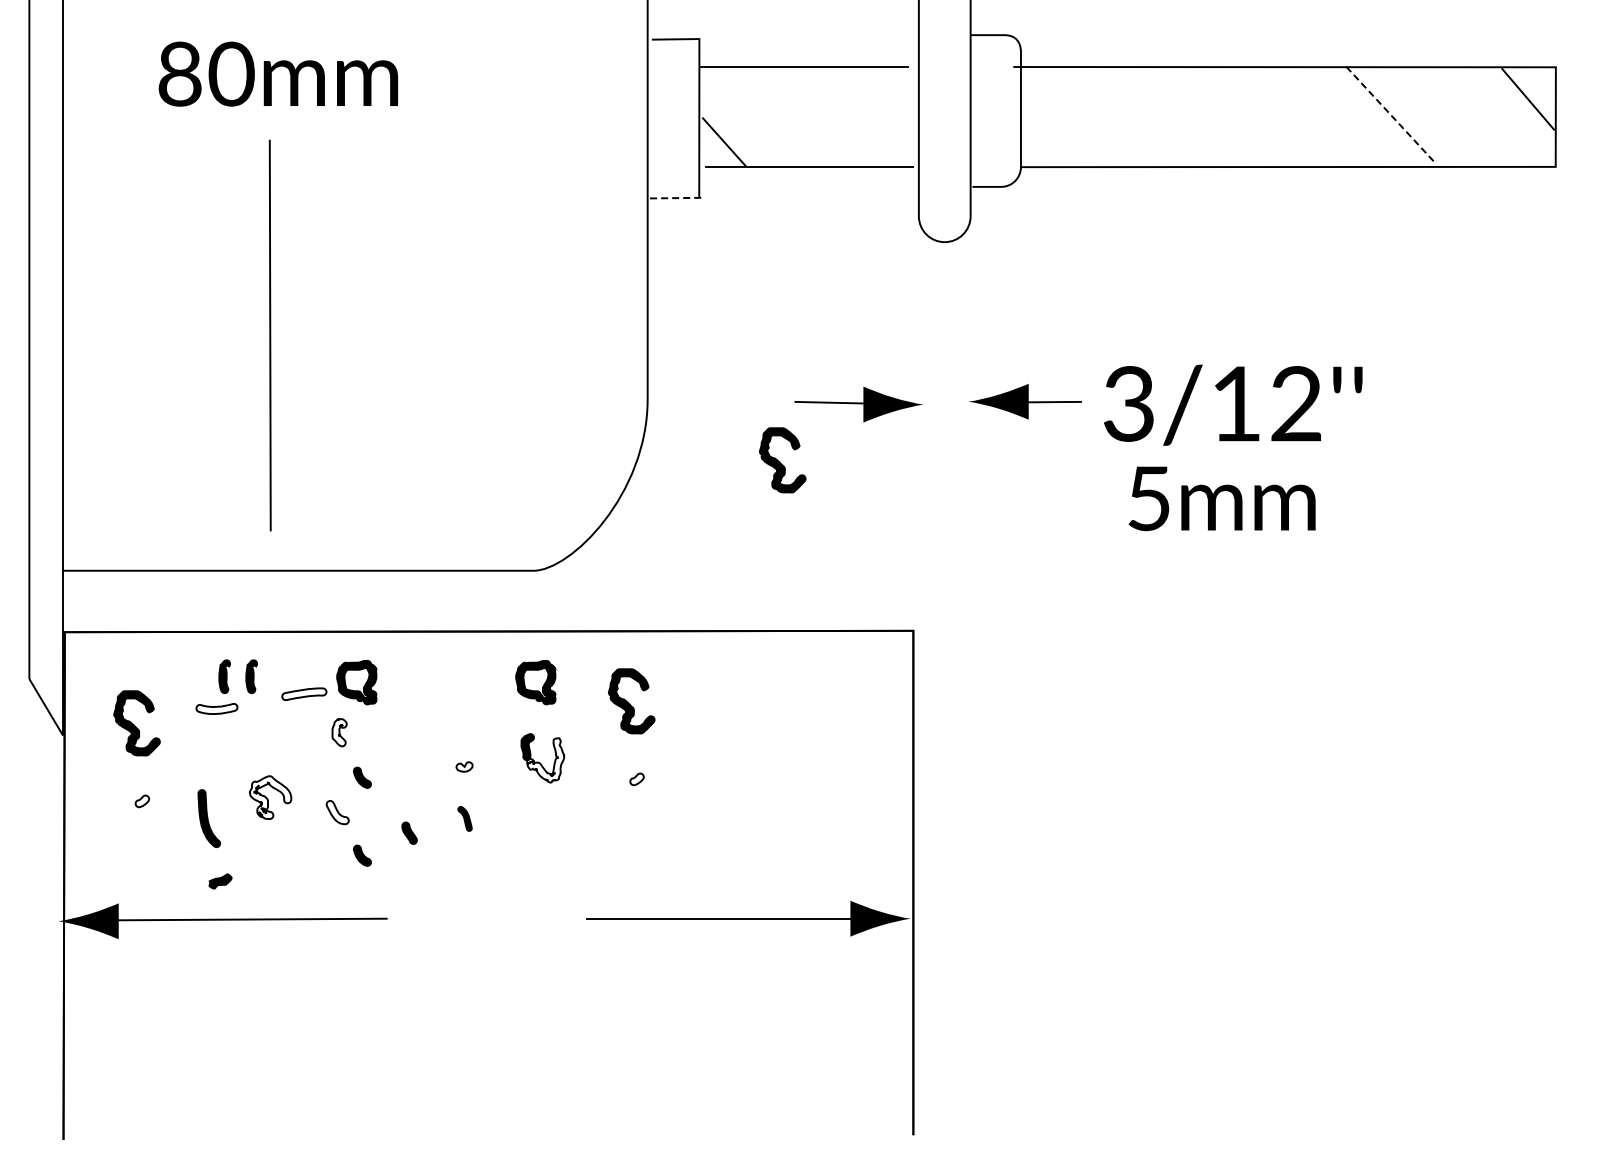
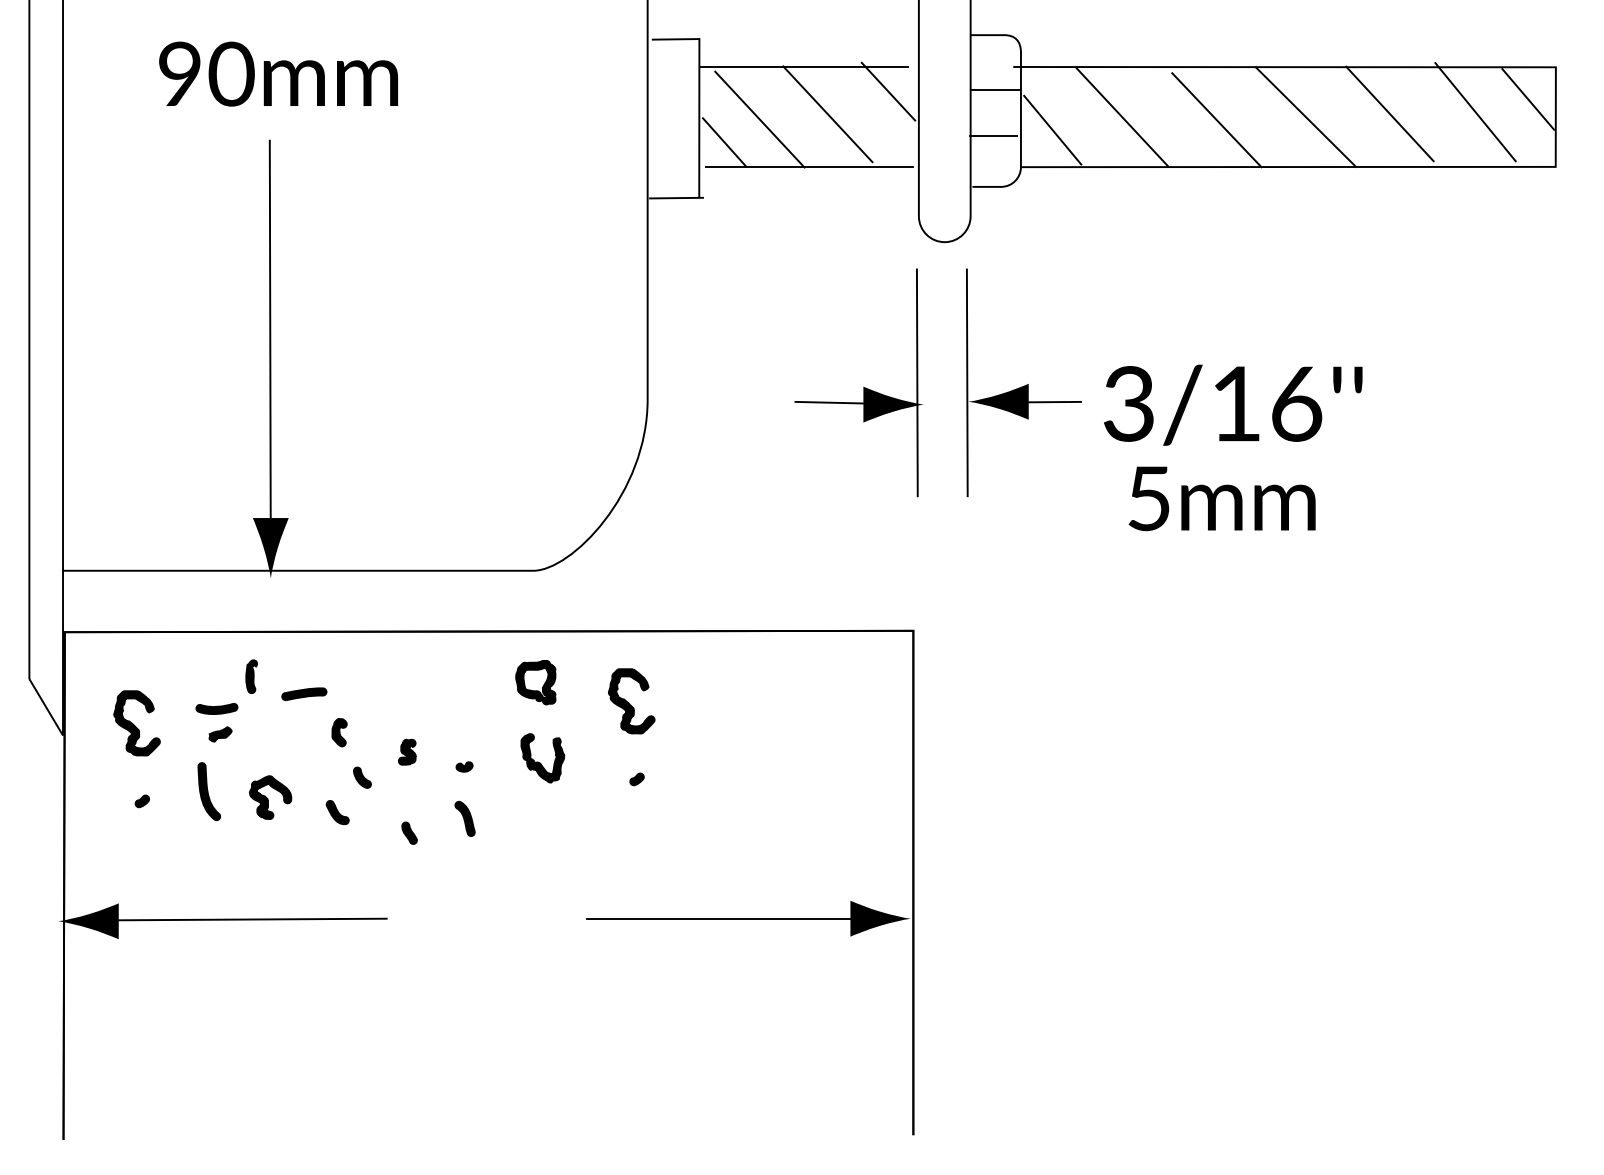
text at (179, 74): 80mm -> 90mm
line at (995, 89): none -> present
line at (888, 91): none -> present
line at (1475, 112): none -> present
line at (1389, 113): dashed -> solid
line at (827, 114): none -> present
line at (1306, 116): none -> present
line at (1121, 117): none -> present
line at (759, 119): none -> present
line at (1216, 120): none -> present
line at (1052, 129): none -> present
line at (993, 135): none -> present
line at (677, 198): dashed -> solid
line at (916, 382): none -> present
line at (966, 382): none -> present
text at (1296, 403): 3/12'' -> 3/16''
part at (782, 460): present -> none
fill at (270, 548): none -> present
part at (224, 676): present -> none
part at (356, 682): present -> none
fill at (304, 694): none -> present
fill at (216, 708): none -> present
fill at (339, 732): none -> present
part at (407, 751): none -> present
fill at (545, 760): none -> present
fill at (464, 766): none -> present
fill at (636, 779): none -> present
fill at (270, 797): none -> present
fill at (142, 801): none -> present
fill at (337, 812): none -> present
part at (208, 818) position: (208, 818) -> (208, 791)
part at (464, 818) size: 16x26 px -> 22x36 px
part at (362, 855): present -> none
part at (220, 881) position: (220, 881) -> (220, 734)
